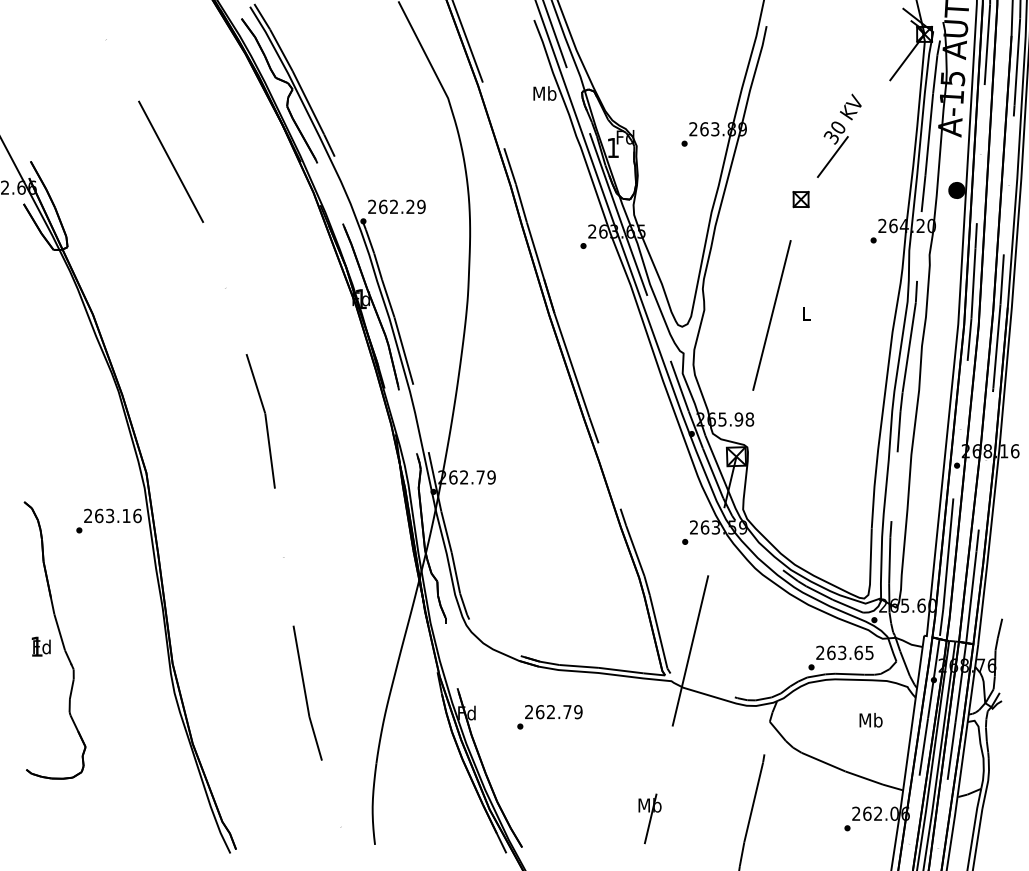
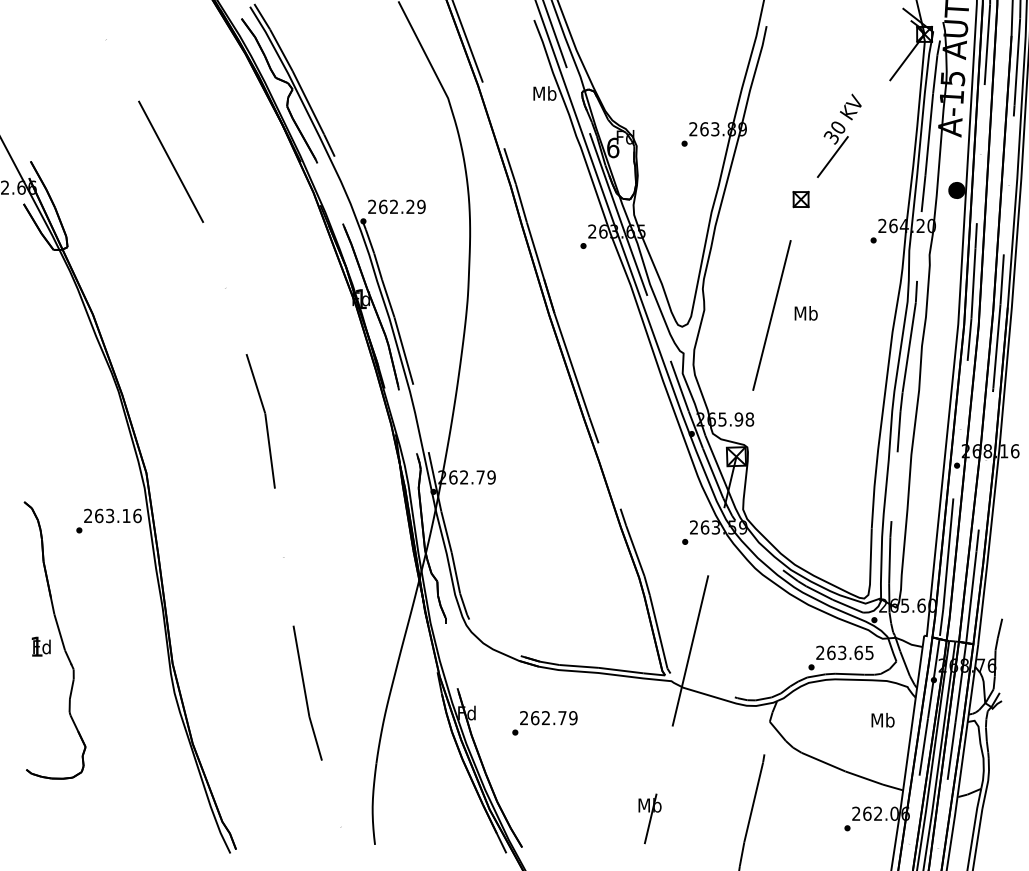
text at (613, 147): 1 -> 6
text at (805, 313): L -> Mb
text at (549, 717) position: (549, 717) -> (544, 723)
text at (870, 720) position: (870, 720) -> (882, 720)
